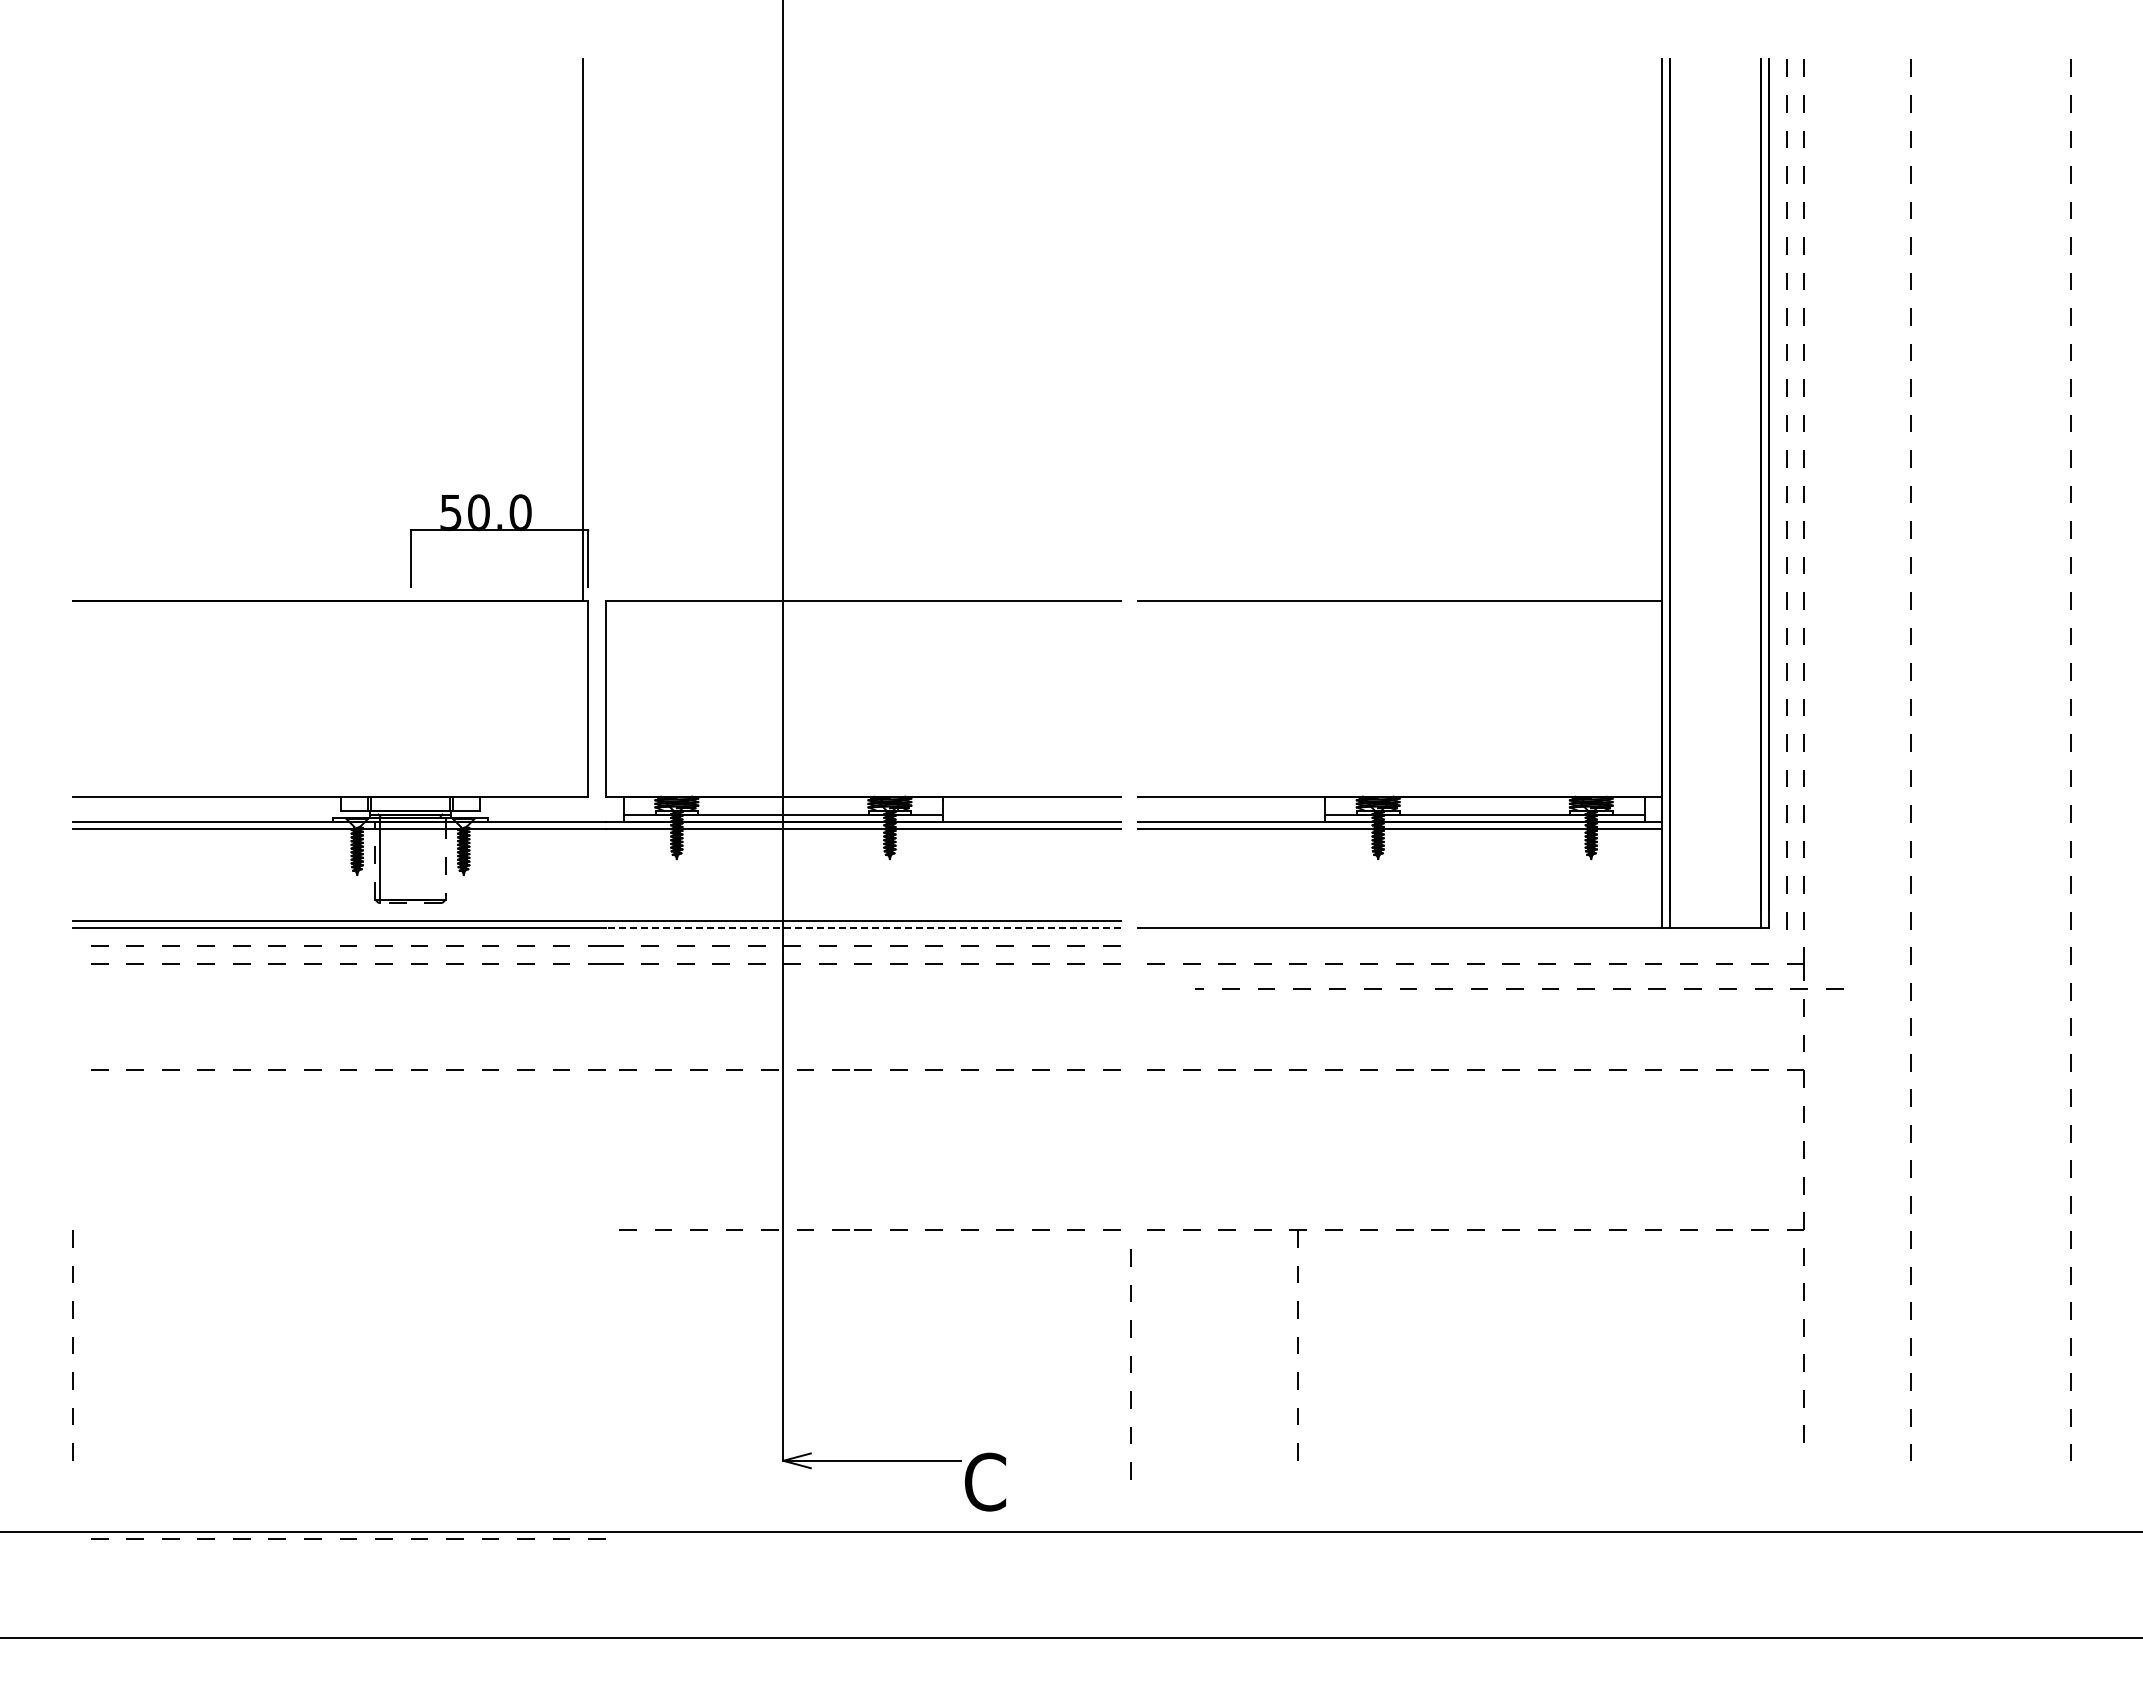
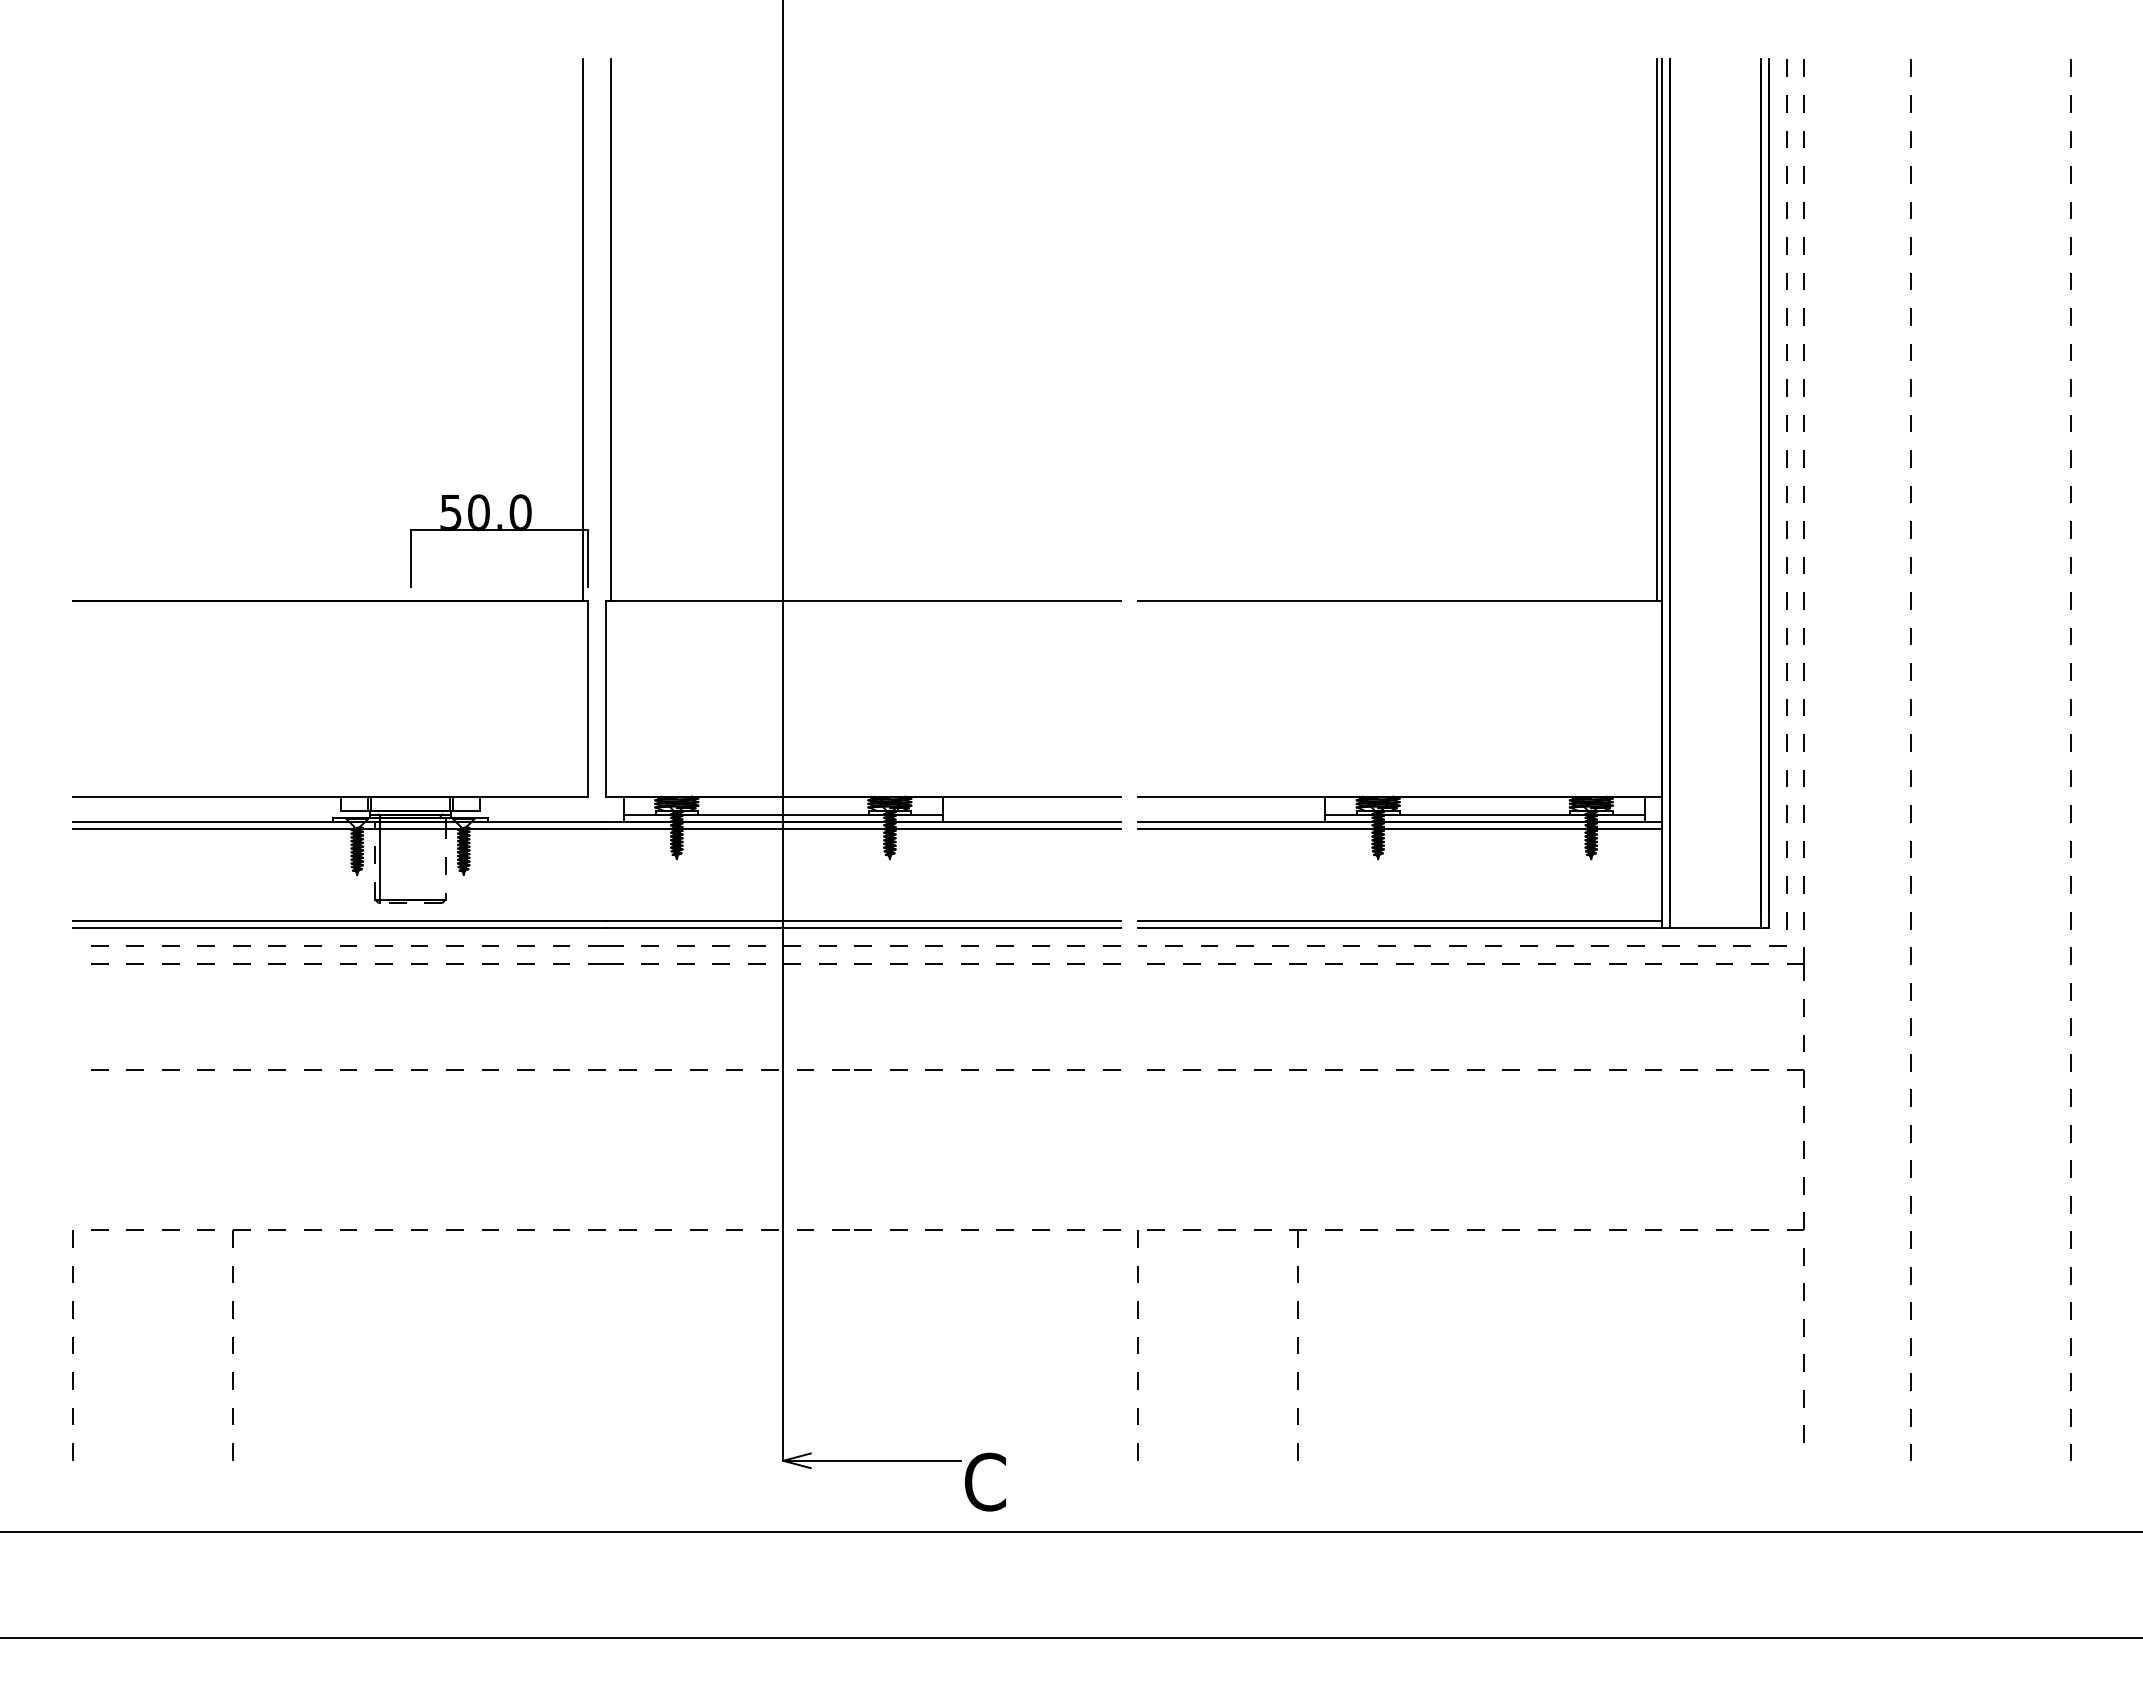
line at (611, 330): none -> present
line at (1656, 330): none -> present
line at (1400, 920): none -> present
line at (862, 928): dashed -> solid
line at (1519, 988) position: (1519, 988) -> (1462, 945)
part at (348, 1230): none -> present
line at (1130, 1364) position: (1130, 1364) -> (1137, 1345)
line at (348, 1538): present -> none
